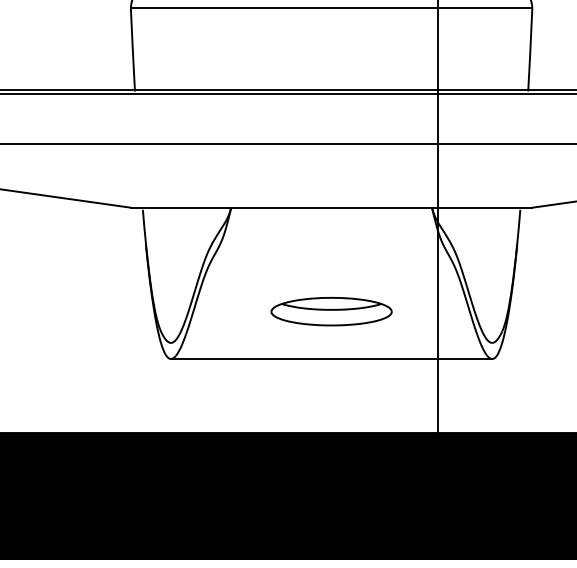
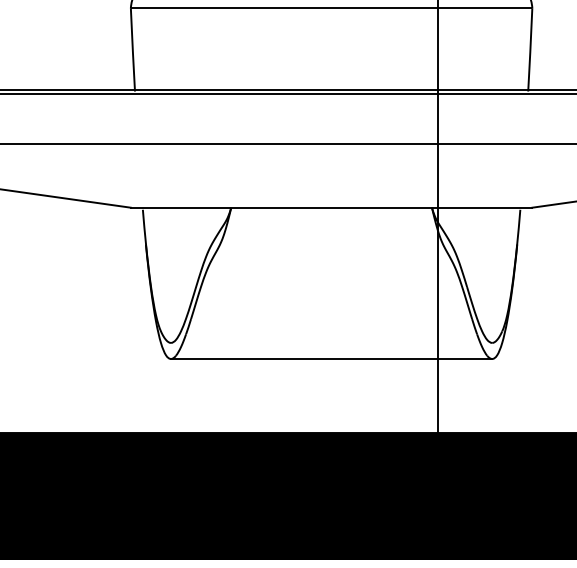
part at (331, 311): present -> none
